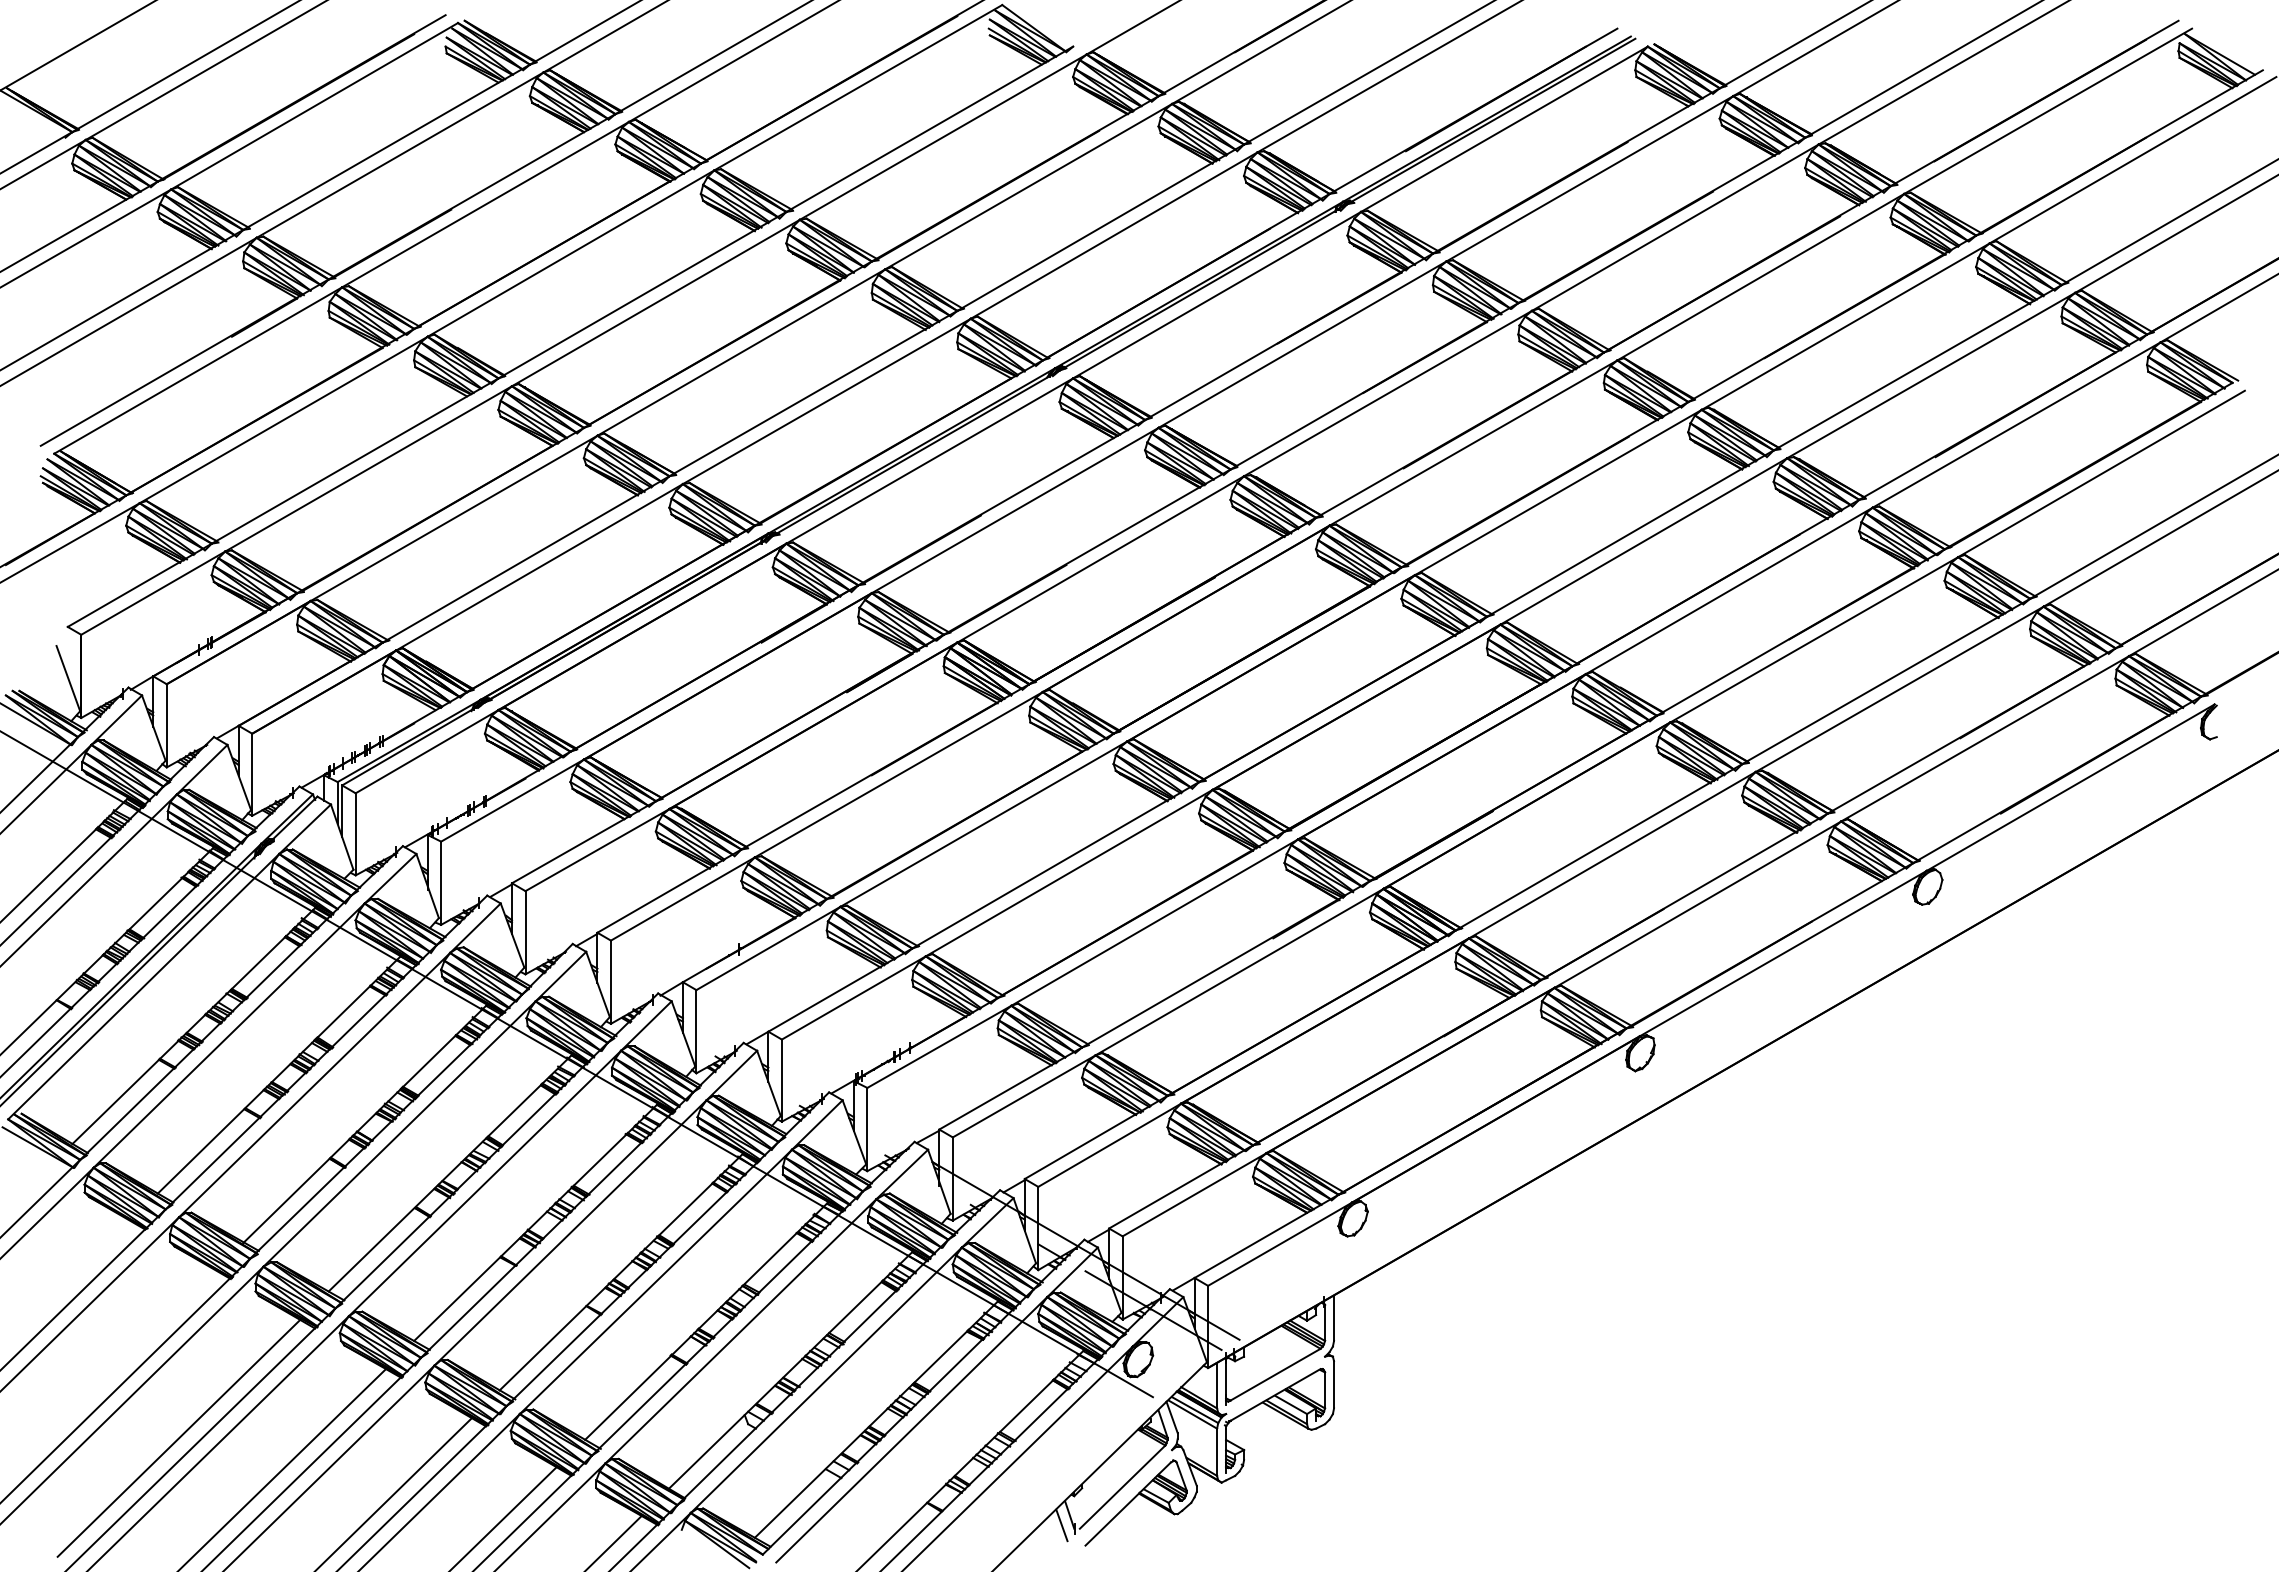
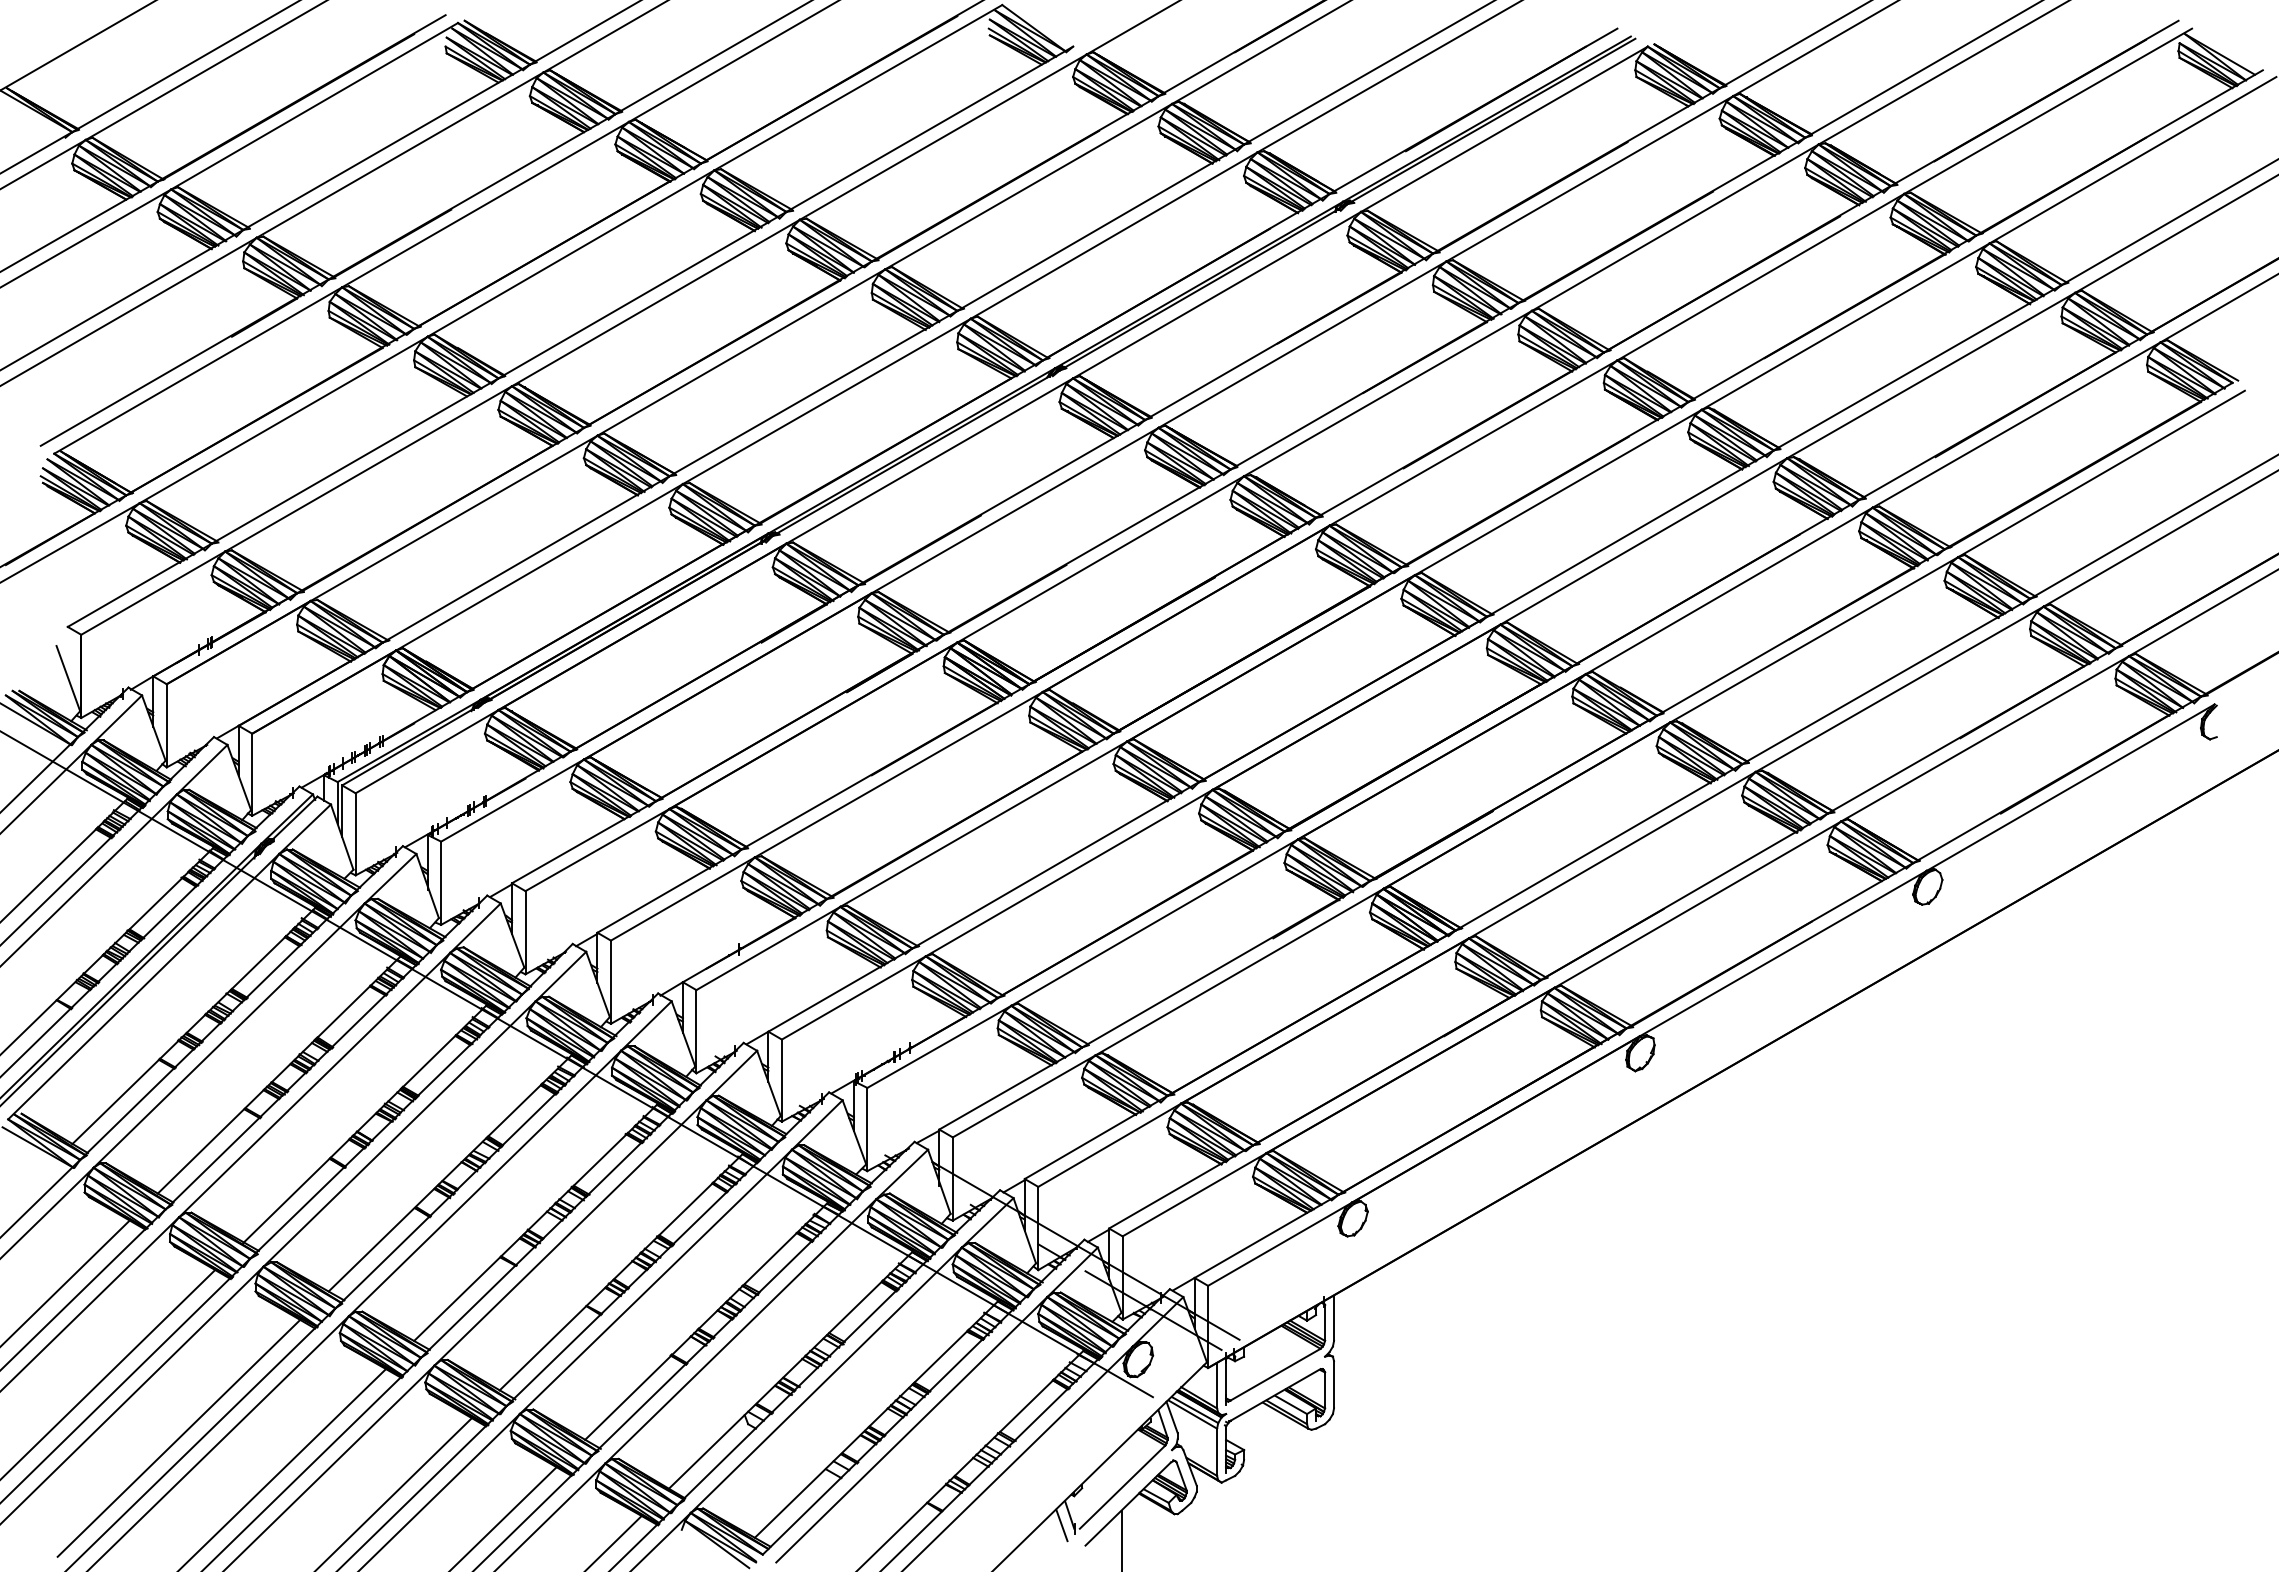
line at (65, 1282): none -> present
line at (108, 1373): none -> present
line at (1121, 1539): none -> present
